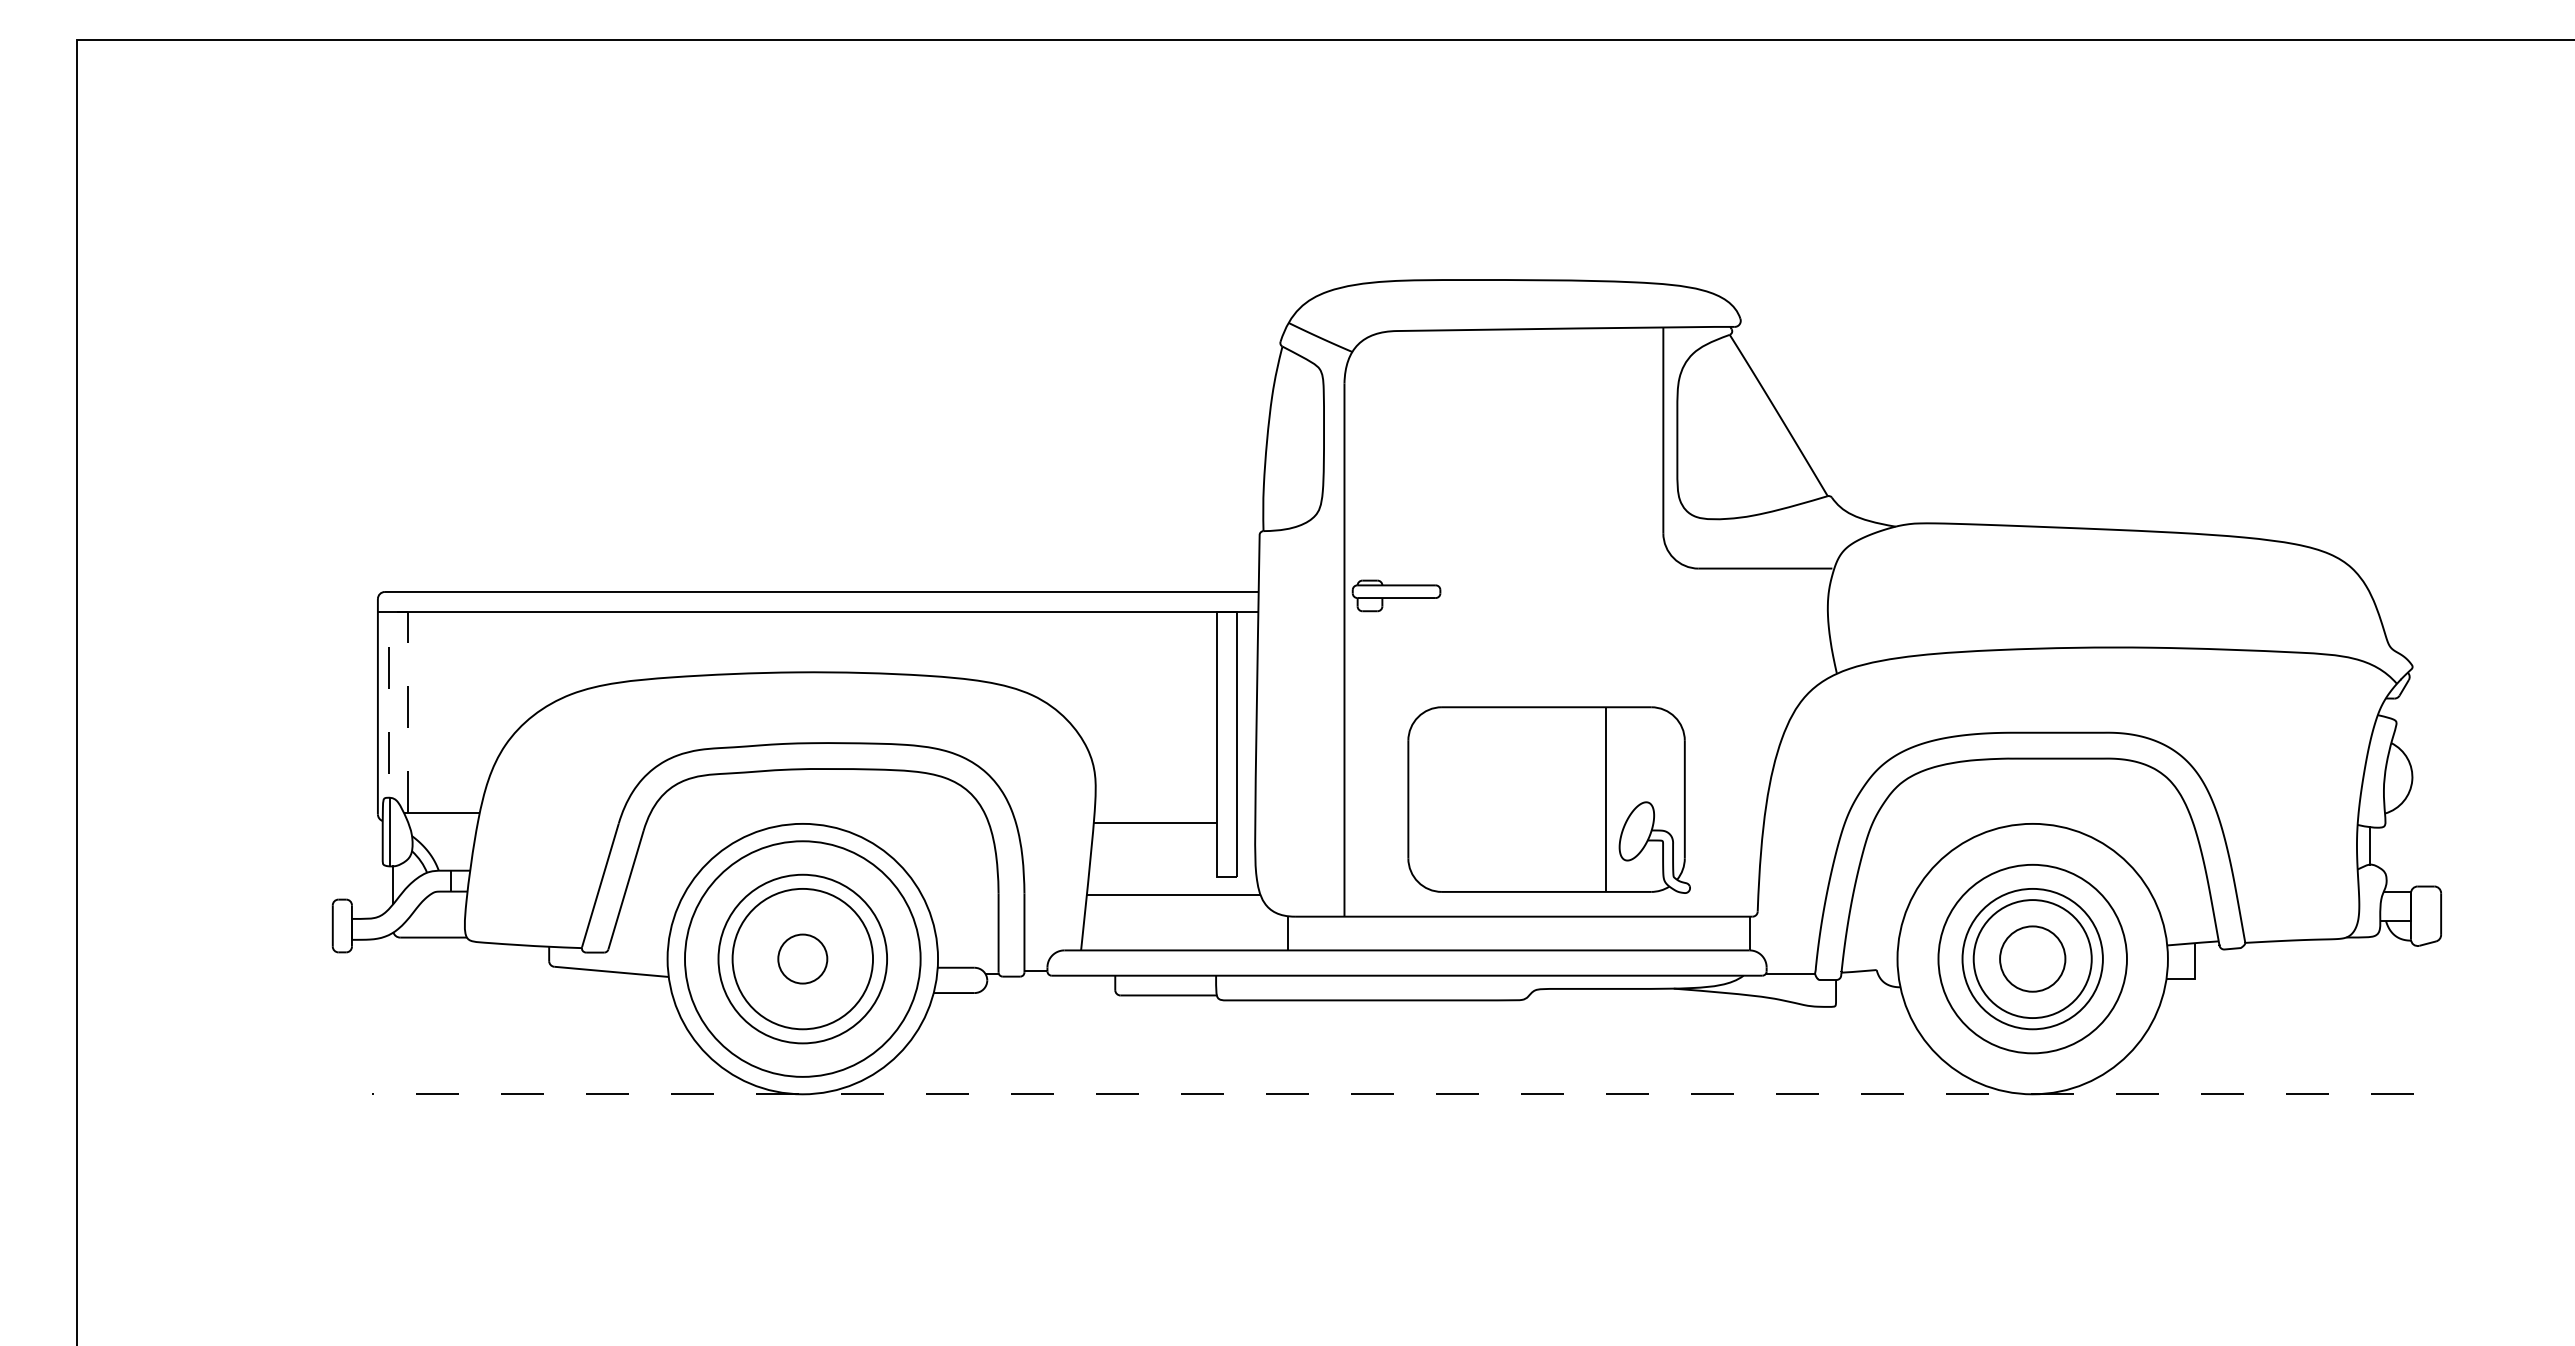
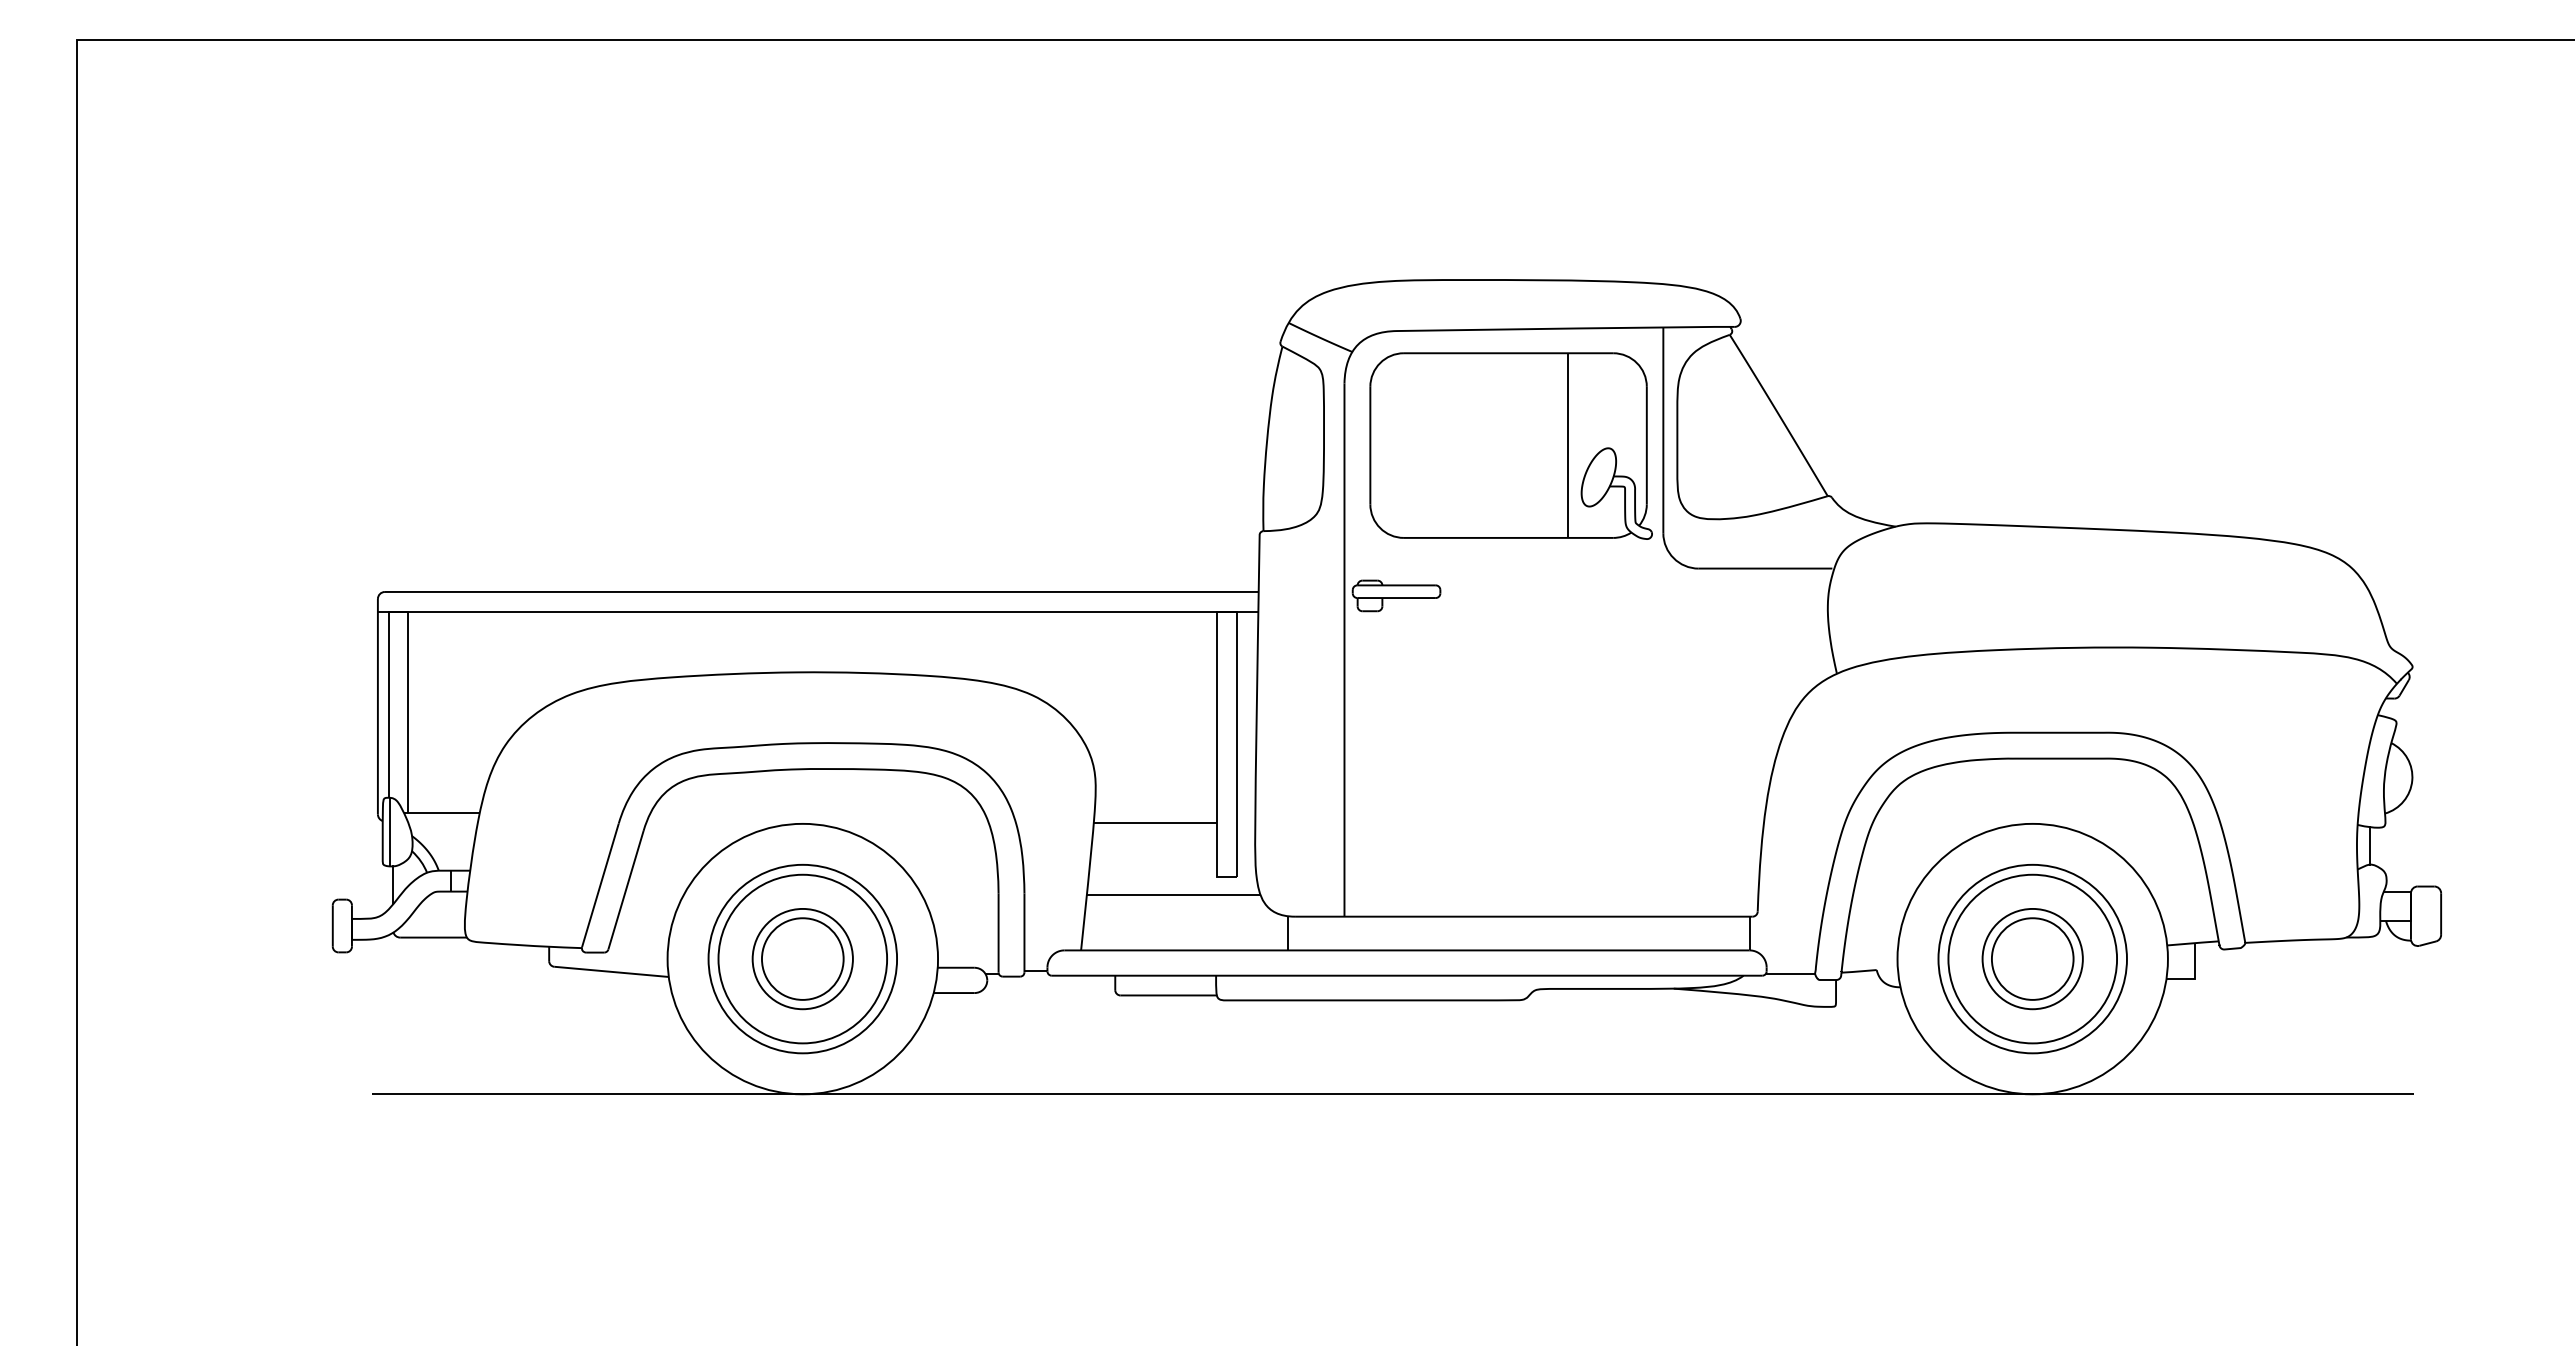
line at (405, 612): dashed -> solid
part at (1548, 799) position: (1548, 799) -> (1510, 445)
circle at (802, 958) diameter: 140 px -> 100 px
circle at (802, 958) diameter: 236 px -> 188 px
circle at (802, 958) diameter: 49 px -> 82 px
circle at (2032, 958) diameter: 140 px -> 100 px
circle at (2032, 958) diameter: 65 px -> 82 px
circle at (2032, 959) diameter: 118 px -> 169 px
line at (1392, 1094): dashed -> solid
